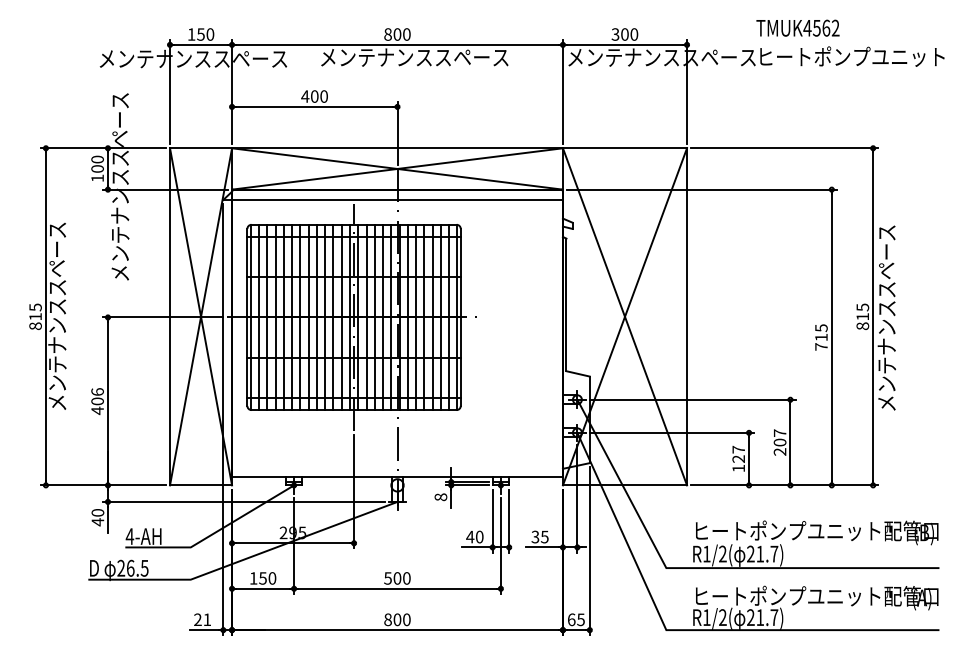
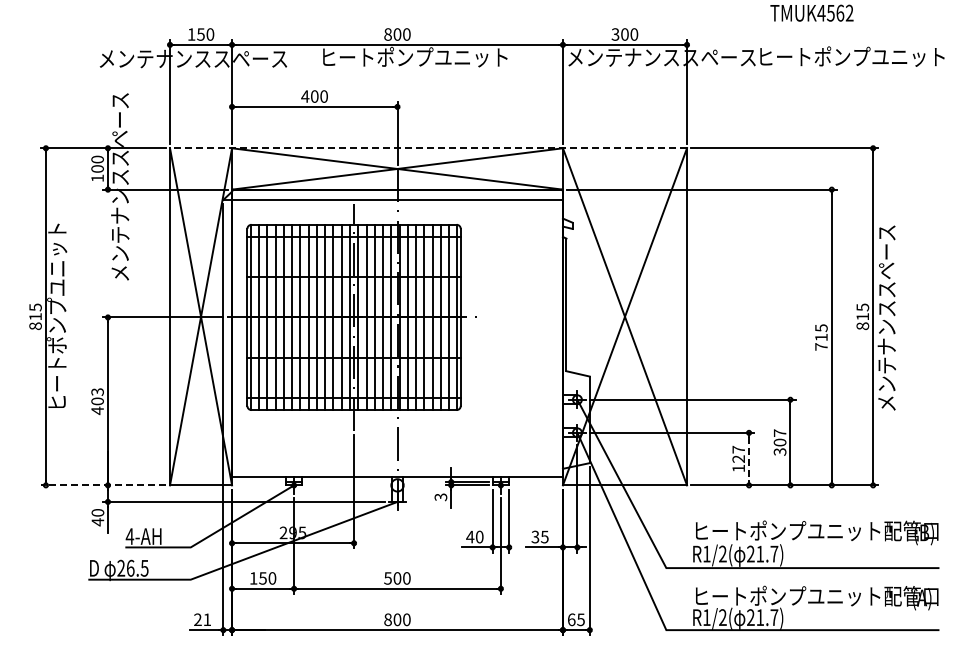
text at (797, 27) position: (797, 27) -> (811, 12)
text at (414, 56): メンテナンススペース -> ヒートポンプユニット
line at (428, 148): solid -> dashed
text at (57, 315): メンテナンススペース -> ヒートポンプユニット
text at (97, 391): 406 -> 403
text at (780, 451): 207 -> 307
line at (749, 459): solid -> dashed
line at (103, 485): solid -> dashed
text at (440, 497): 8 -> 3
